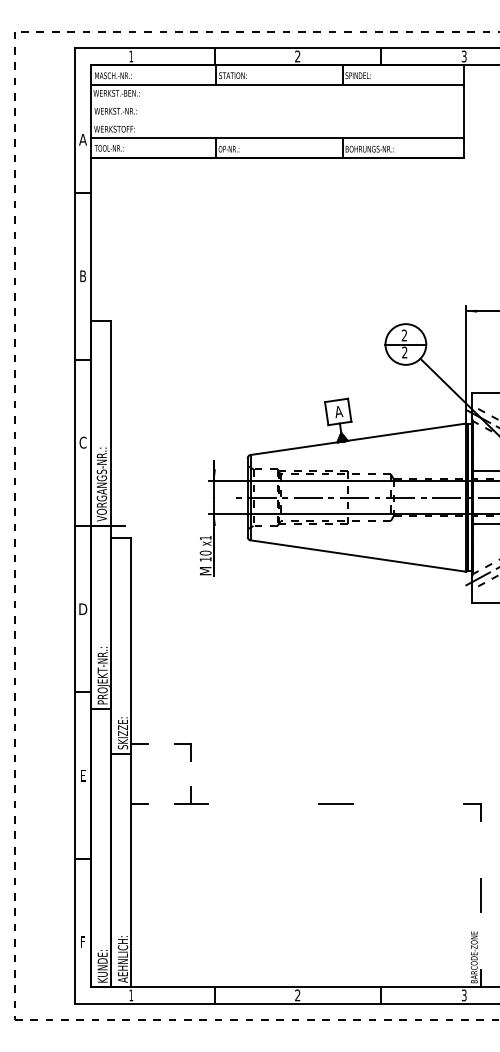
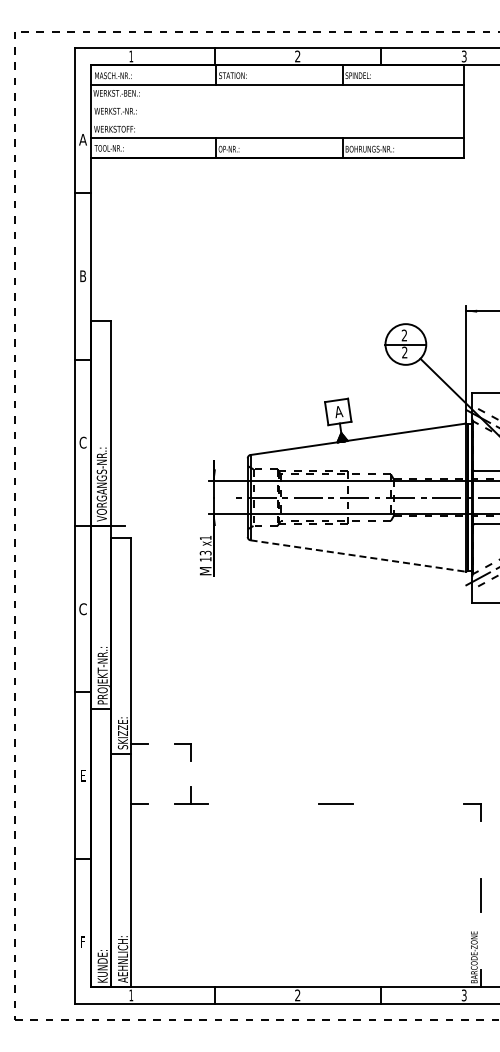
text at (205, 552): 10 -> 13
line at (358, 556): solid -> dashed
text at (83, 609): D -> C
